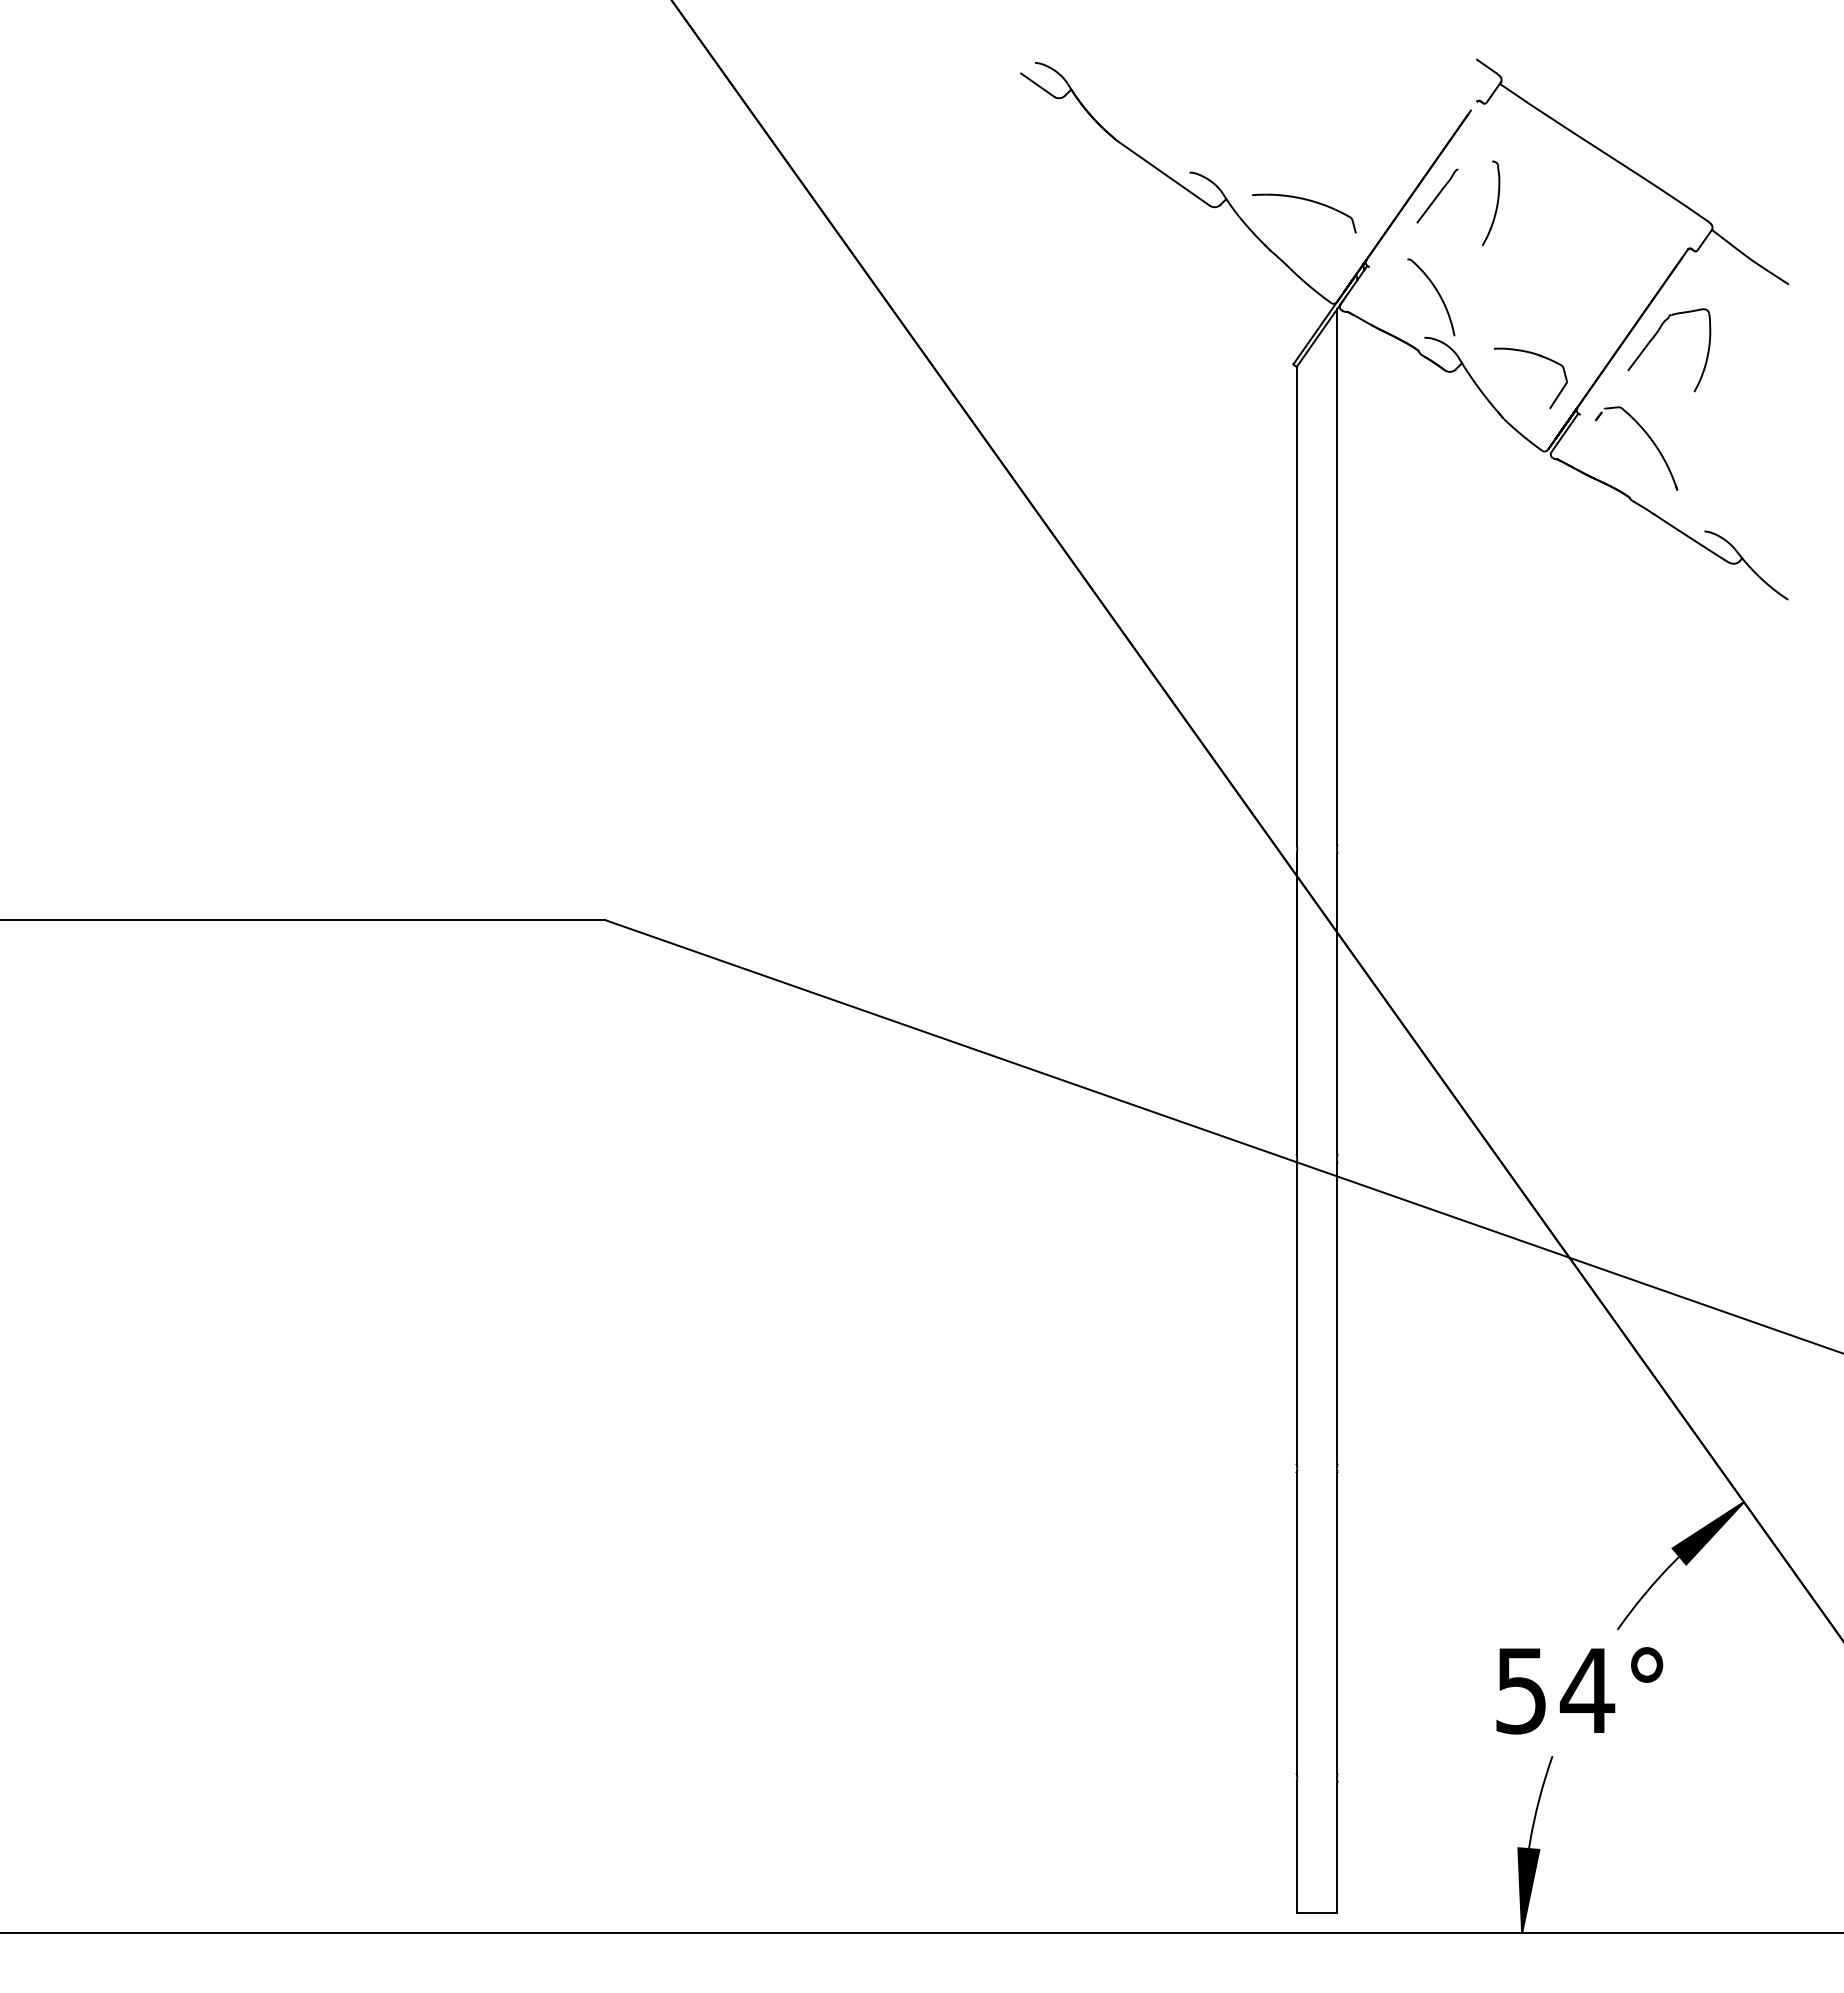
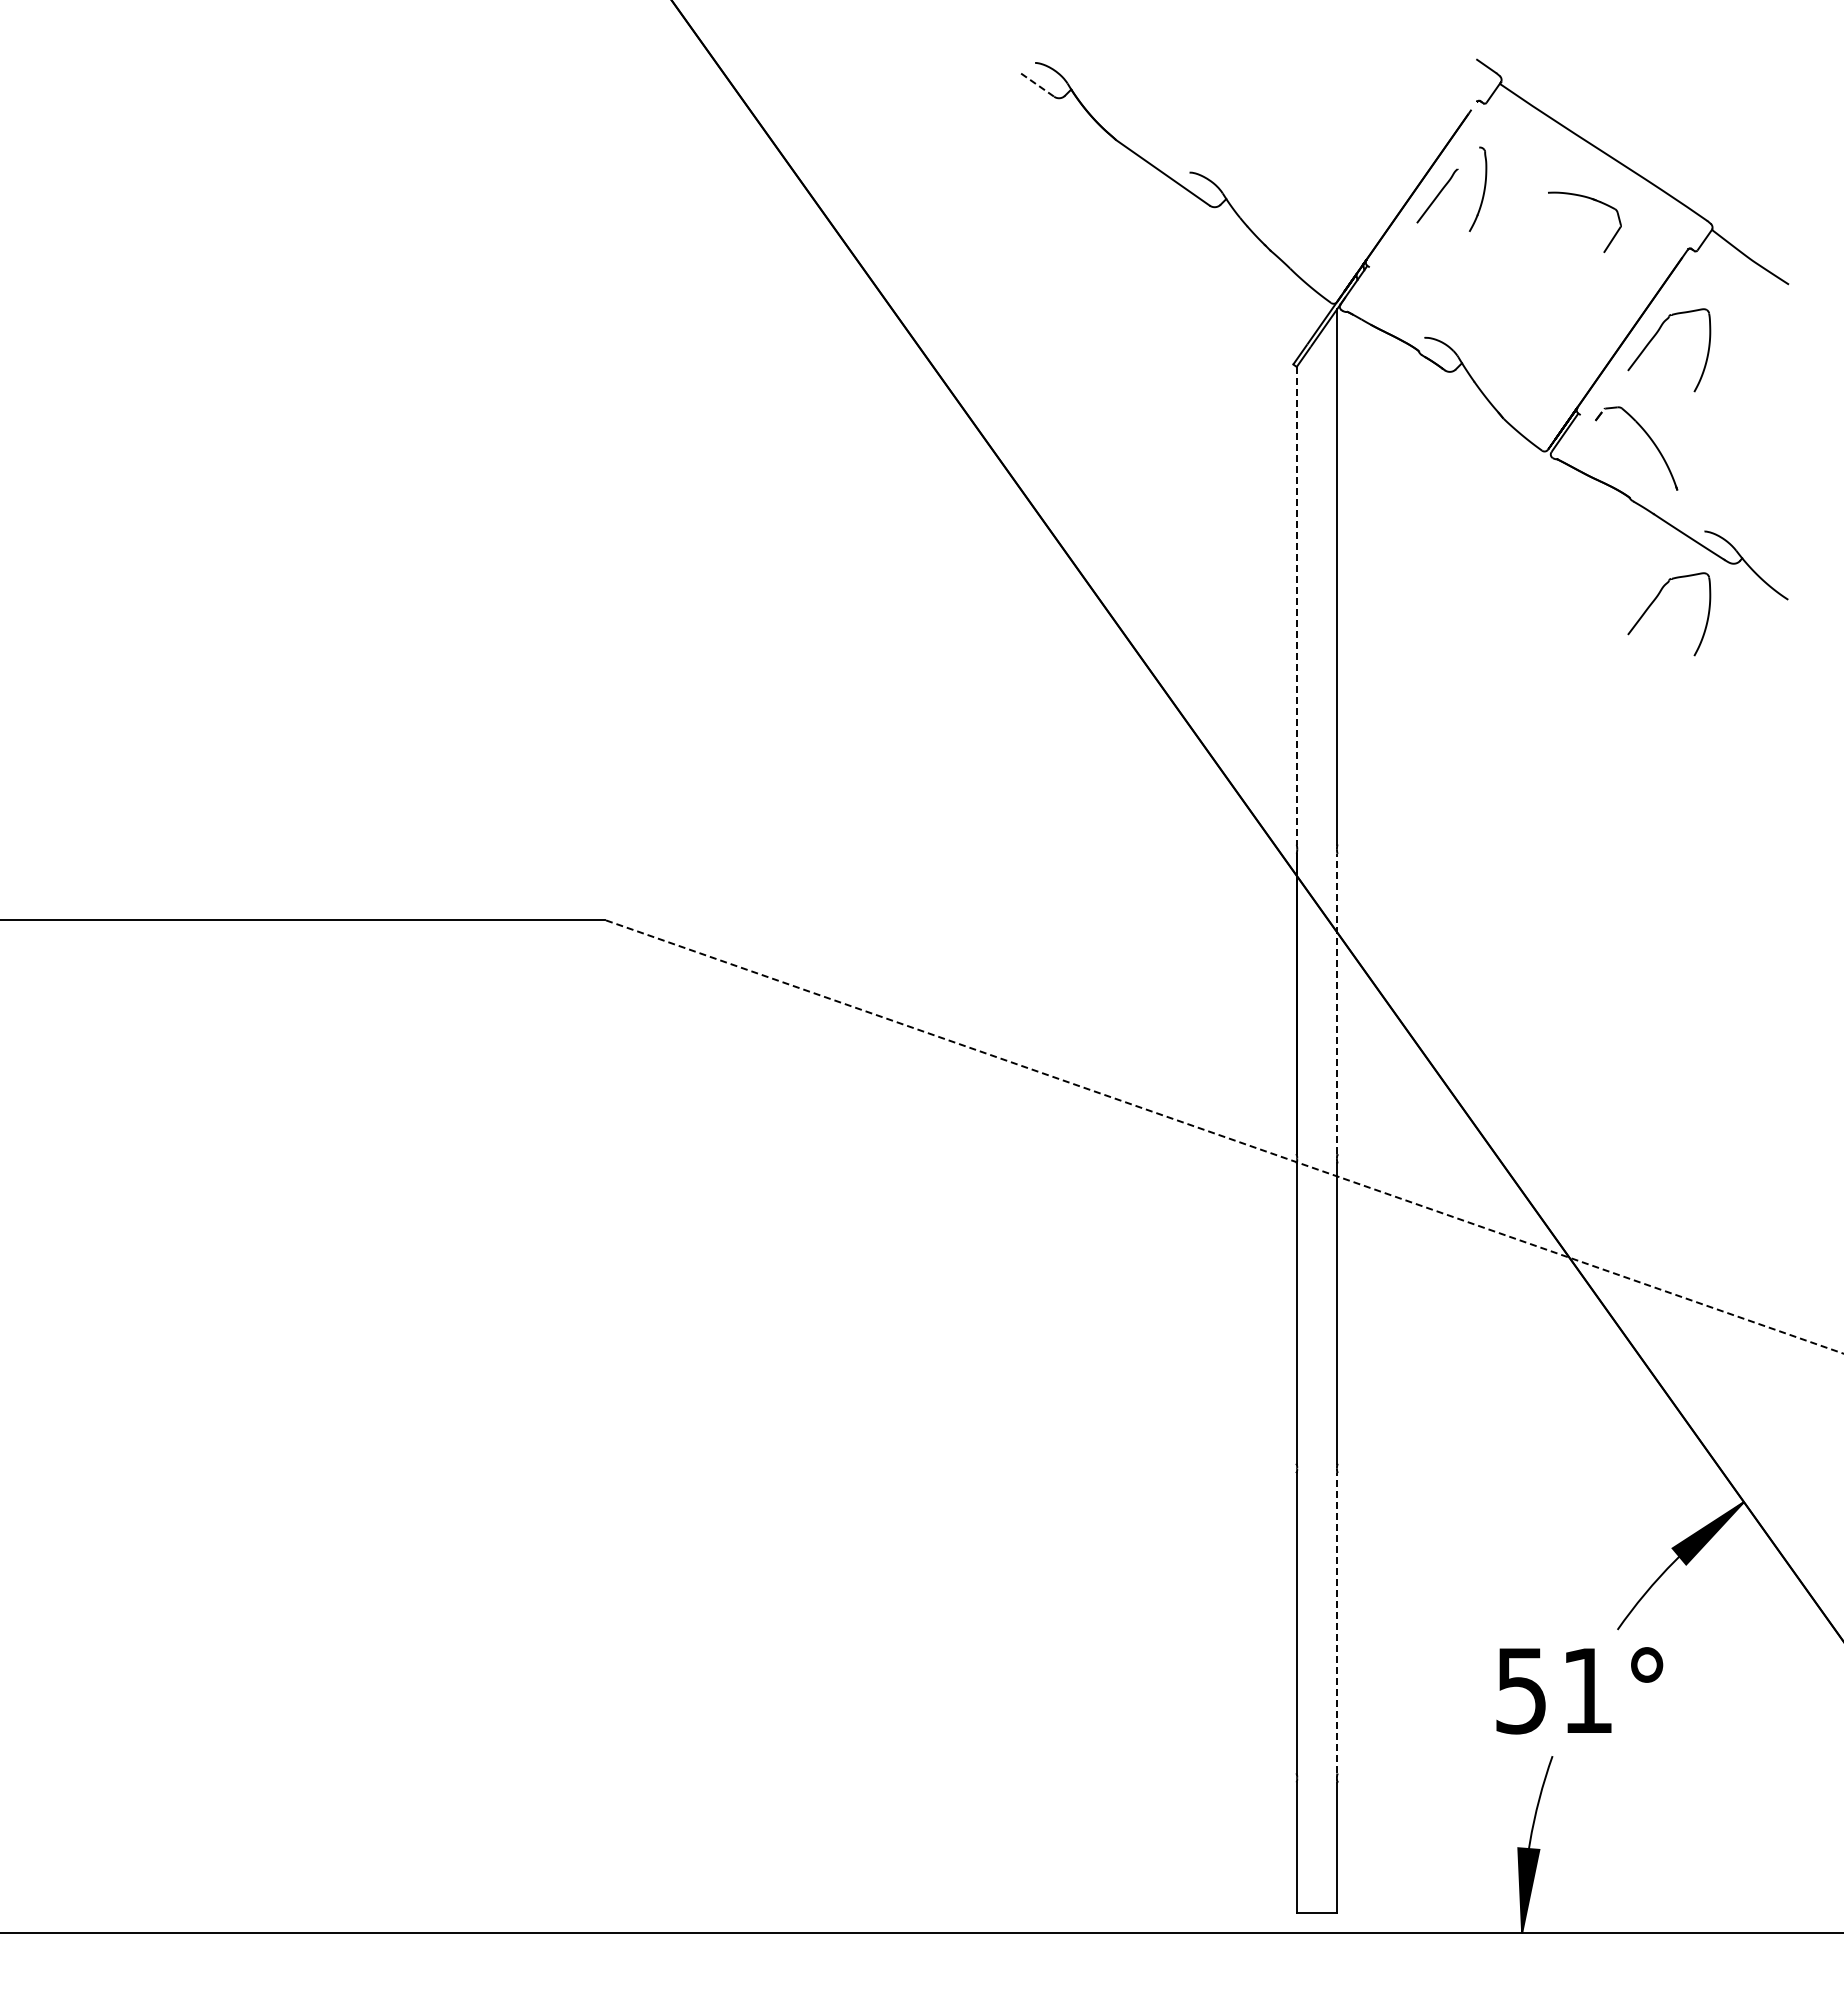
line at (1038, 85): solid -> dashed
part at (1308, 201): present -> none
part at (1496, 203) position: (1496, 203) -> (1483, 189)
part at (1437, 293): present -> none
part at (1538, 356) position: (1538, 356) -> (1592, 200)
part at (1652, 604): none -> present
line at (1296, 605): solid -> dashed
line at (1337, 1003): solid -> dashed
line at (1223, 1136): solid -> dashed
line at (1337, 1622): solid -> dashed
text at (1587, 1690): 54° -> 51°
